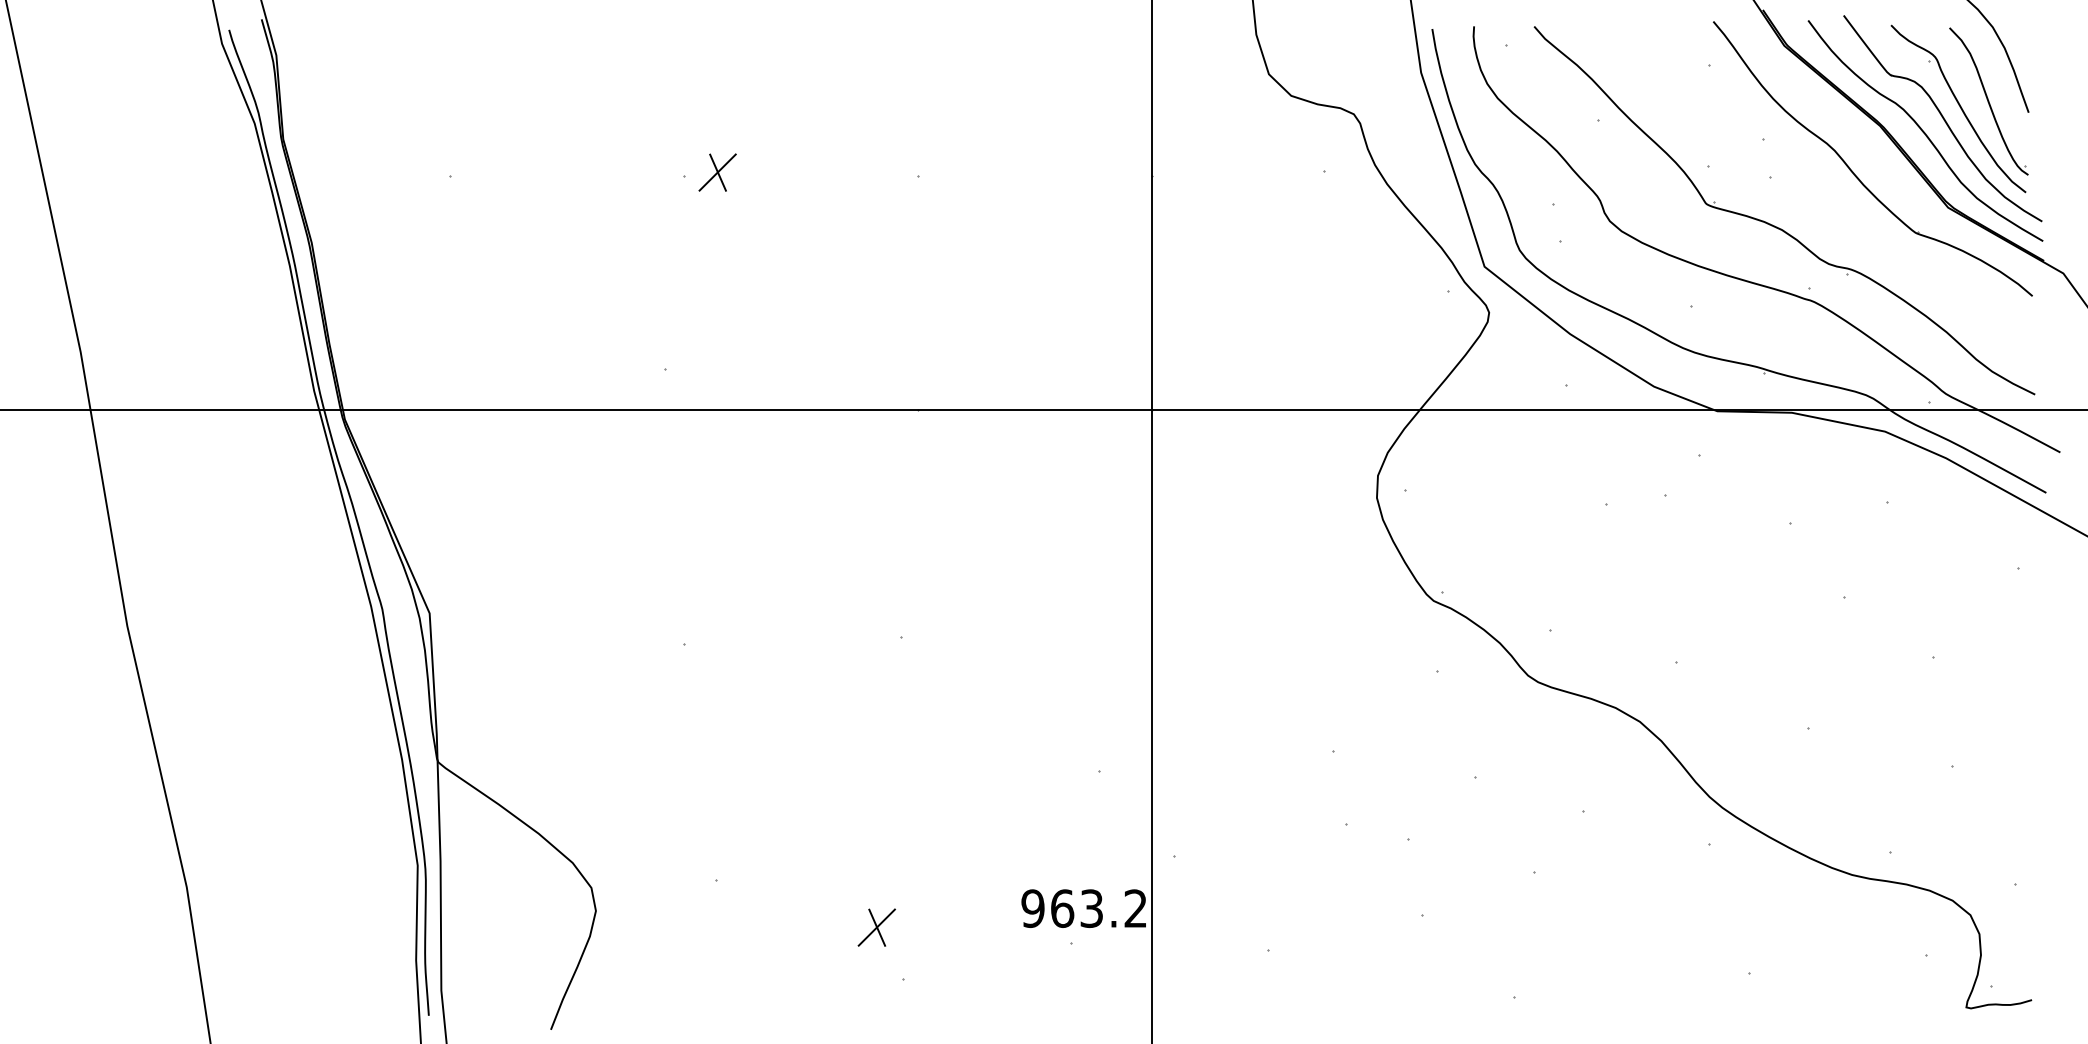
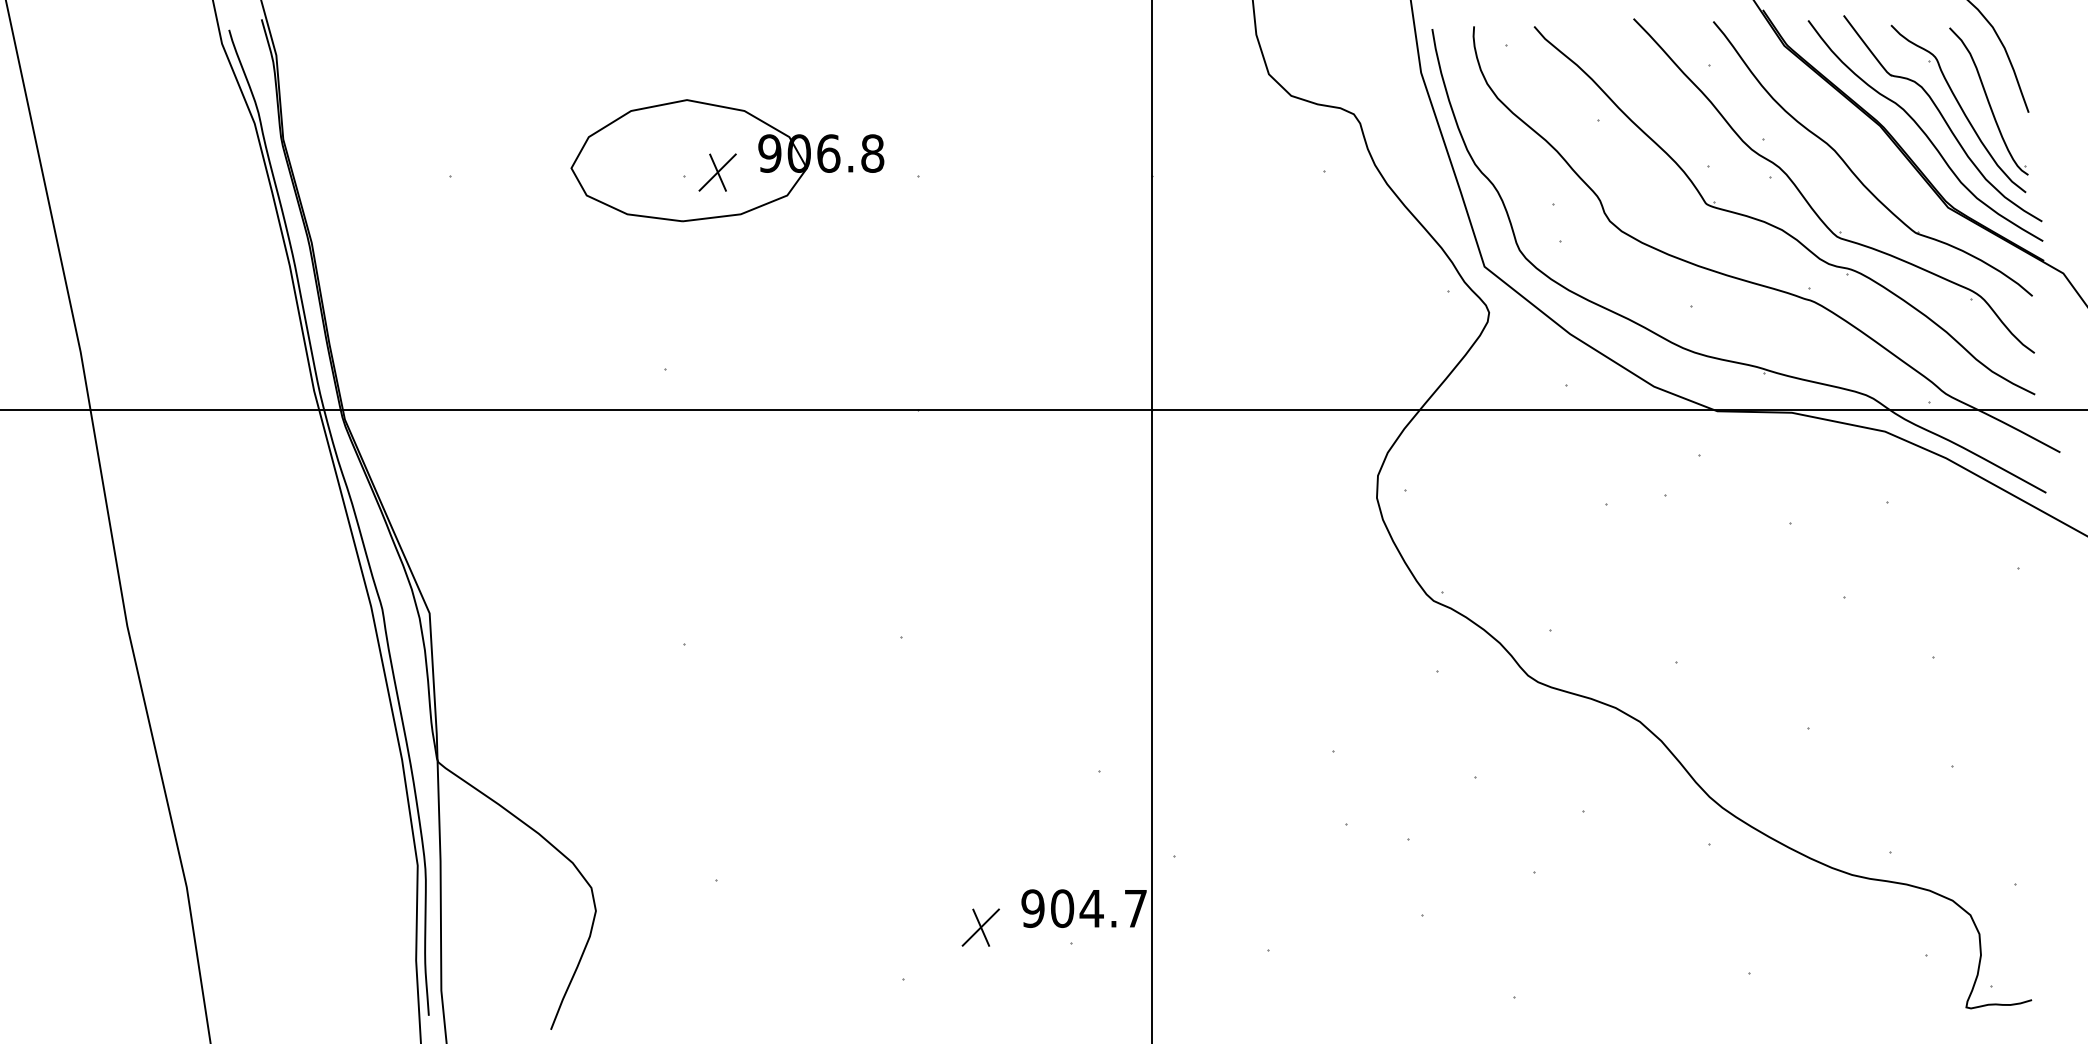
part at (727, 160): none -> present
part at (1810, 204): none -> present
text at (1098, 908): 963.2 -> 904.7
part at (876, 927) position: (876, 927) -> (980, 927)
